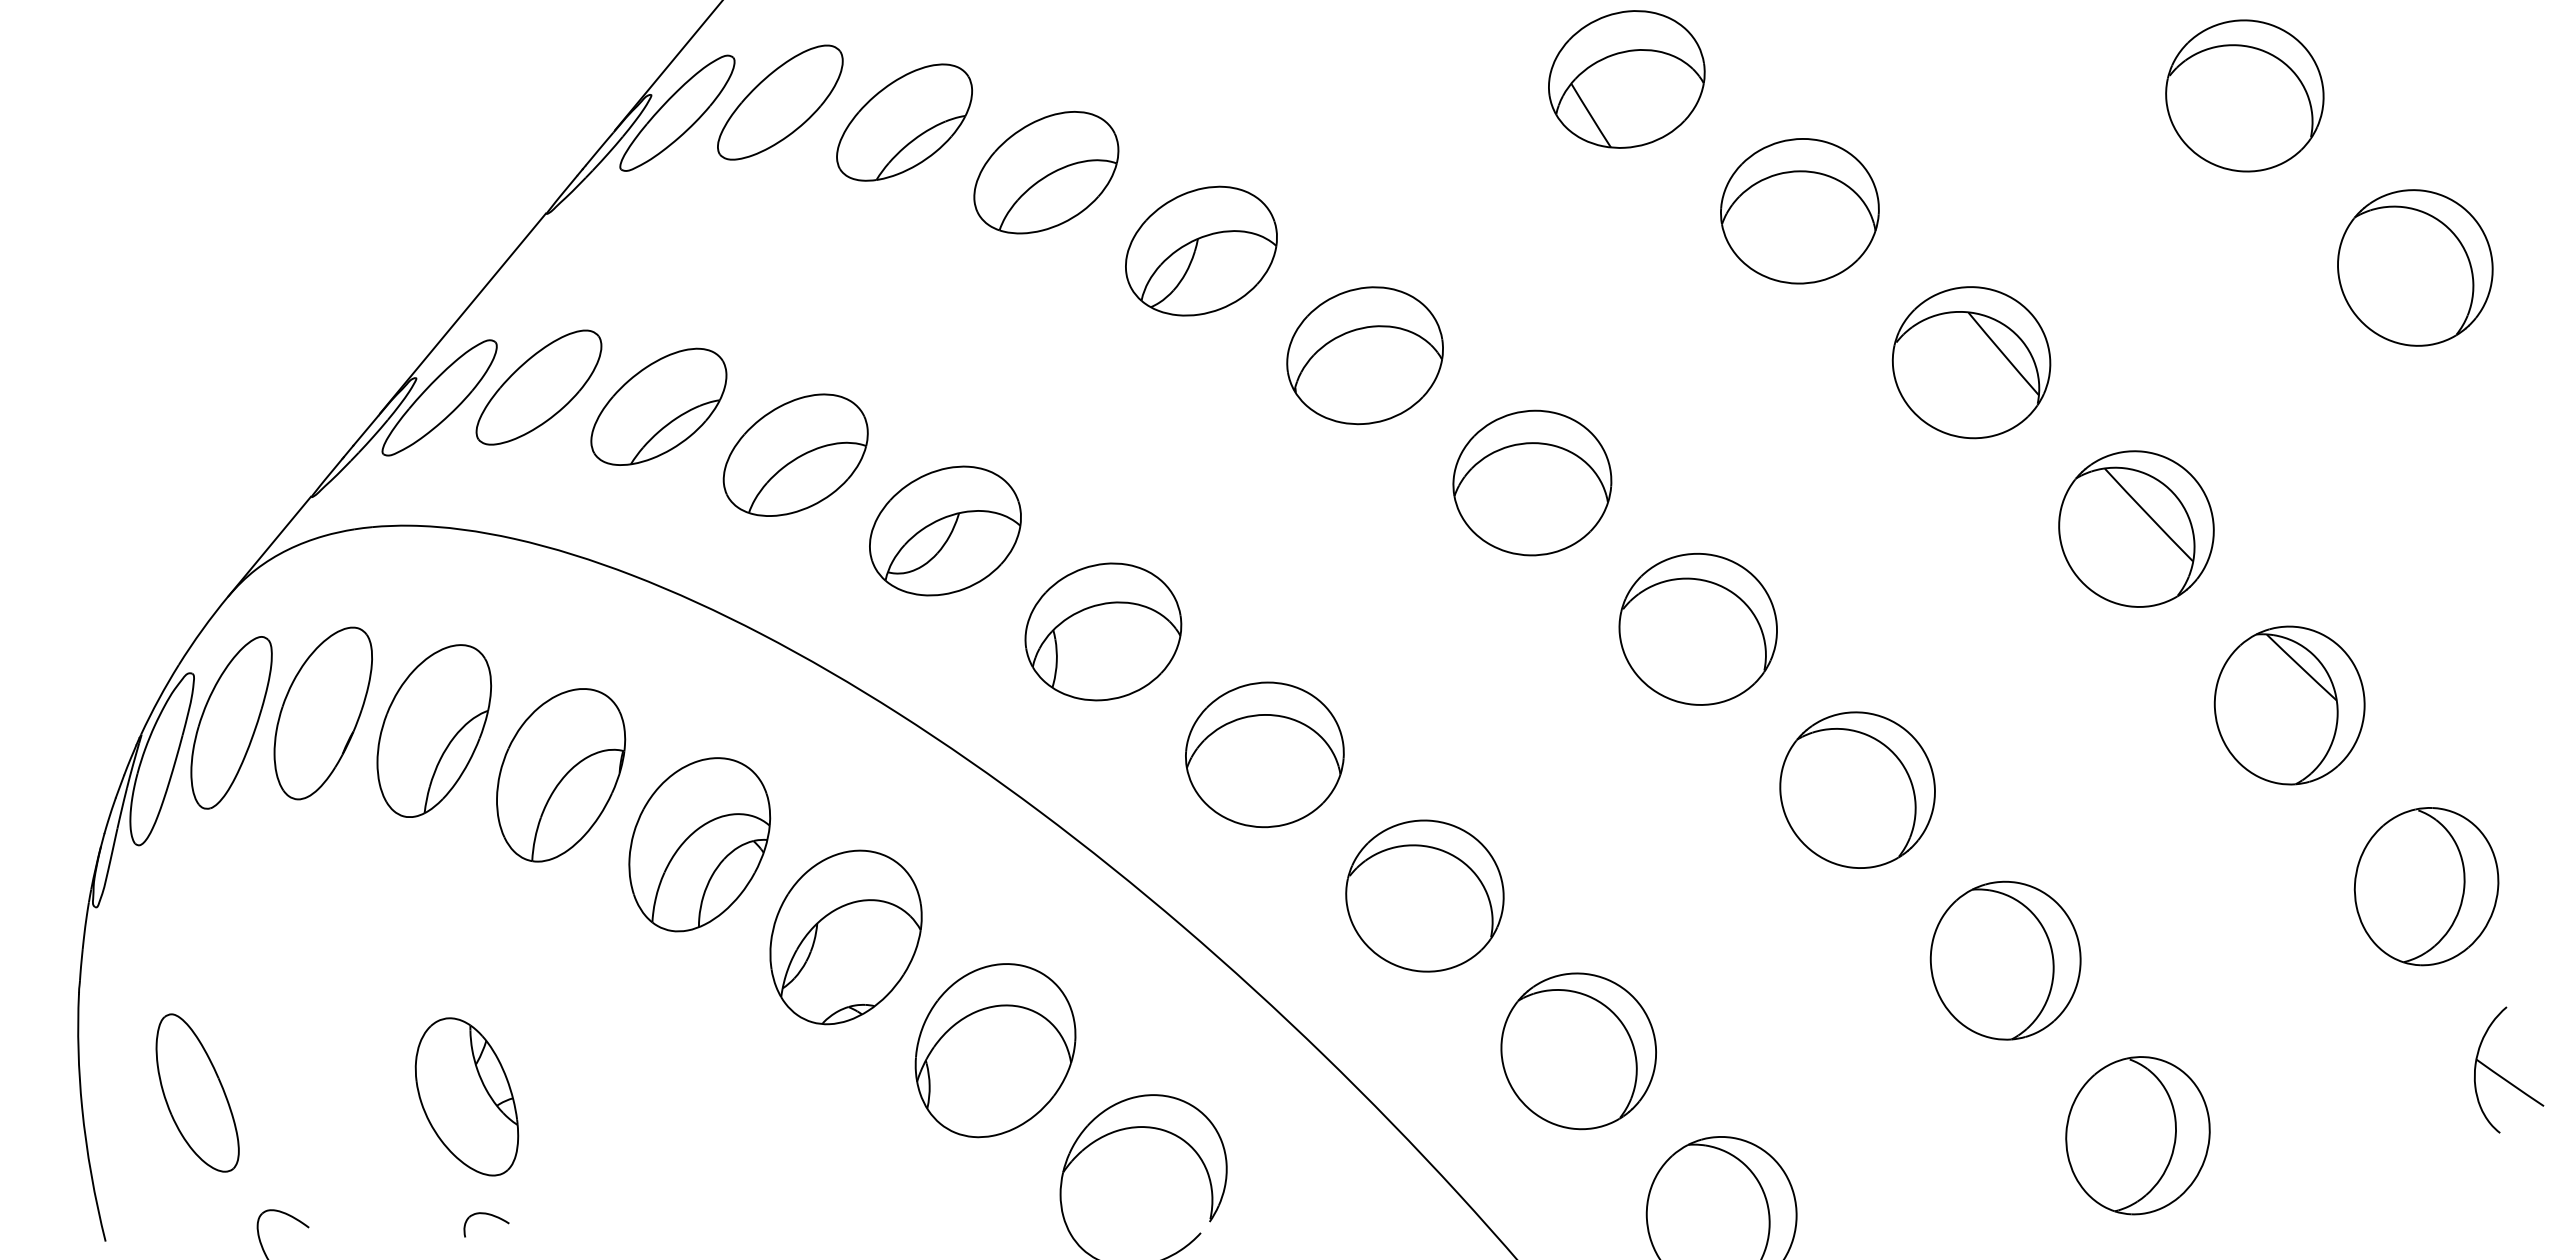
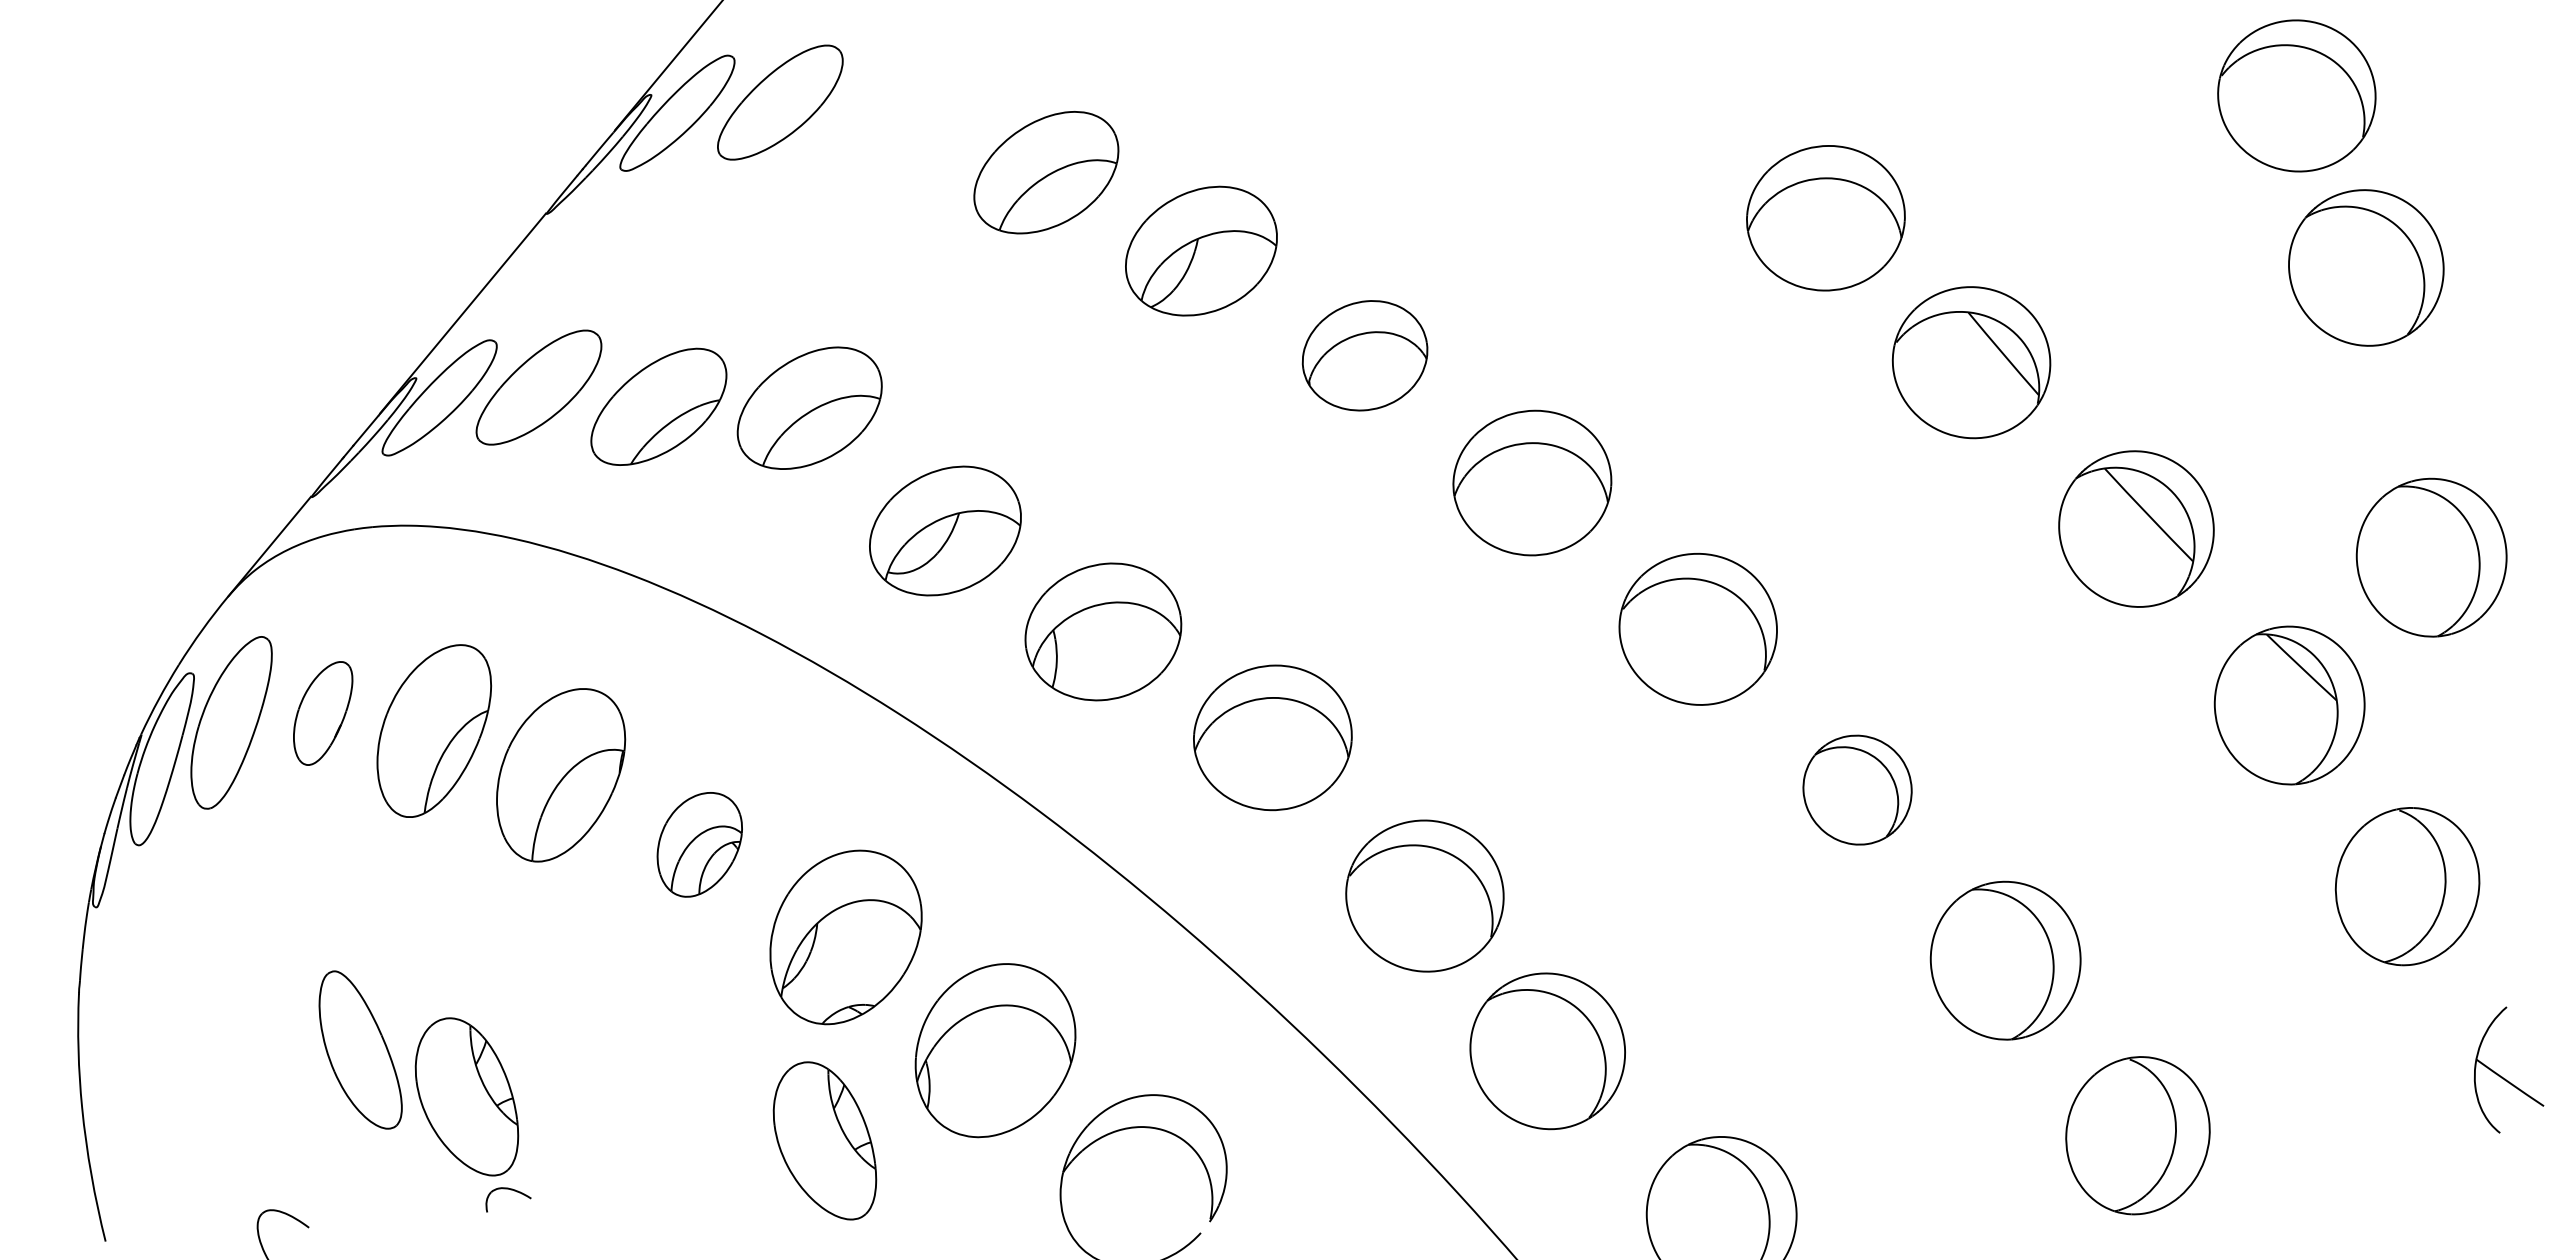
part at (1626, 79): present -> none
part at (2244, 95) position: (2244, 95) -> (2296, 95)
part at (904, 122): present -> none
part at (1799, 211) position: (1799, 211) -> (1825, 218)
part at (2415, 267) position: (2415, 267) -> (2366, 267)
part at (1364, 355) size: 158x140 px -> 128x112 px
part at (795, 454) position: (795, 454) -> (809, 407)
part at (2431, 557): none -> present
part at (322, 713) size: 100x175 px -> 61x105 px
part at (1264, 754) position: (1264, 754) -> (1272, 737)
part at (1857, 789) size: 157x158 px -> 111x112 px
part at (699, 844) size: 144x176 px -> 87x106 px
part at (2426, 886) position: (2426, 886) -> (2407, 886)
part at (1578, 1051) position: (1578, 1051) -> (1547, 1051)
part at (197, 1092) position: (197, 1092) -> (360, 1049)
part at (824, 1140): none -> present
part at (488, 1215) position: (488, 1215) -> (510, 1190)
